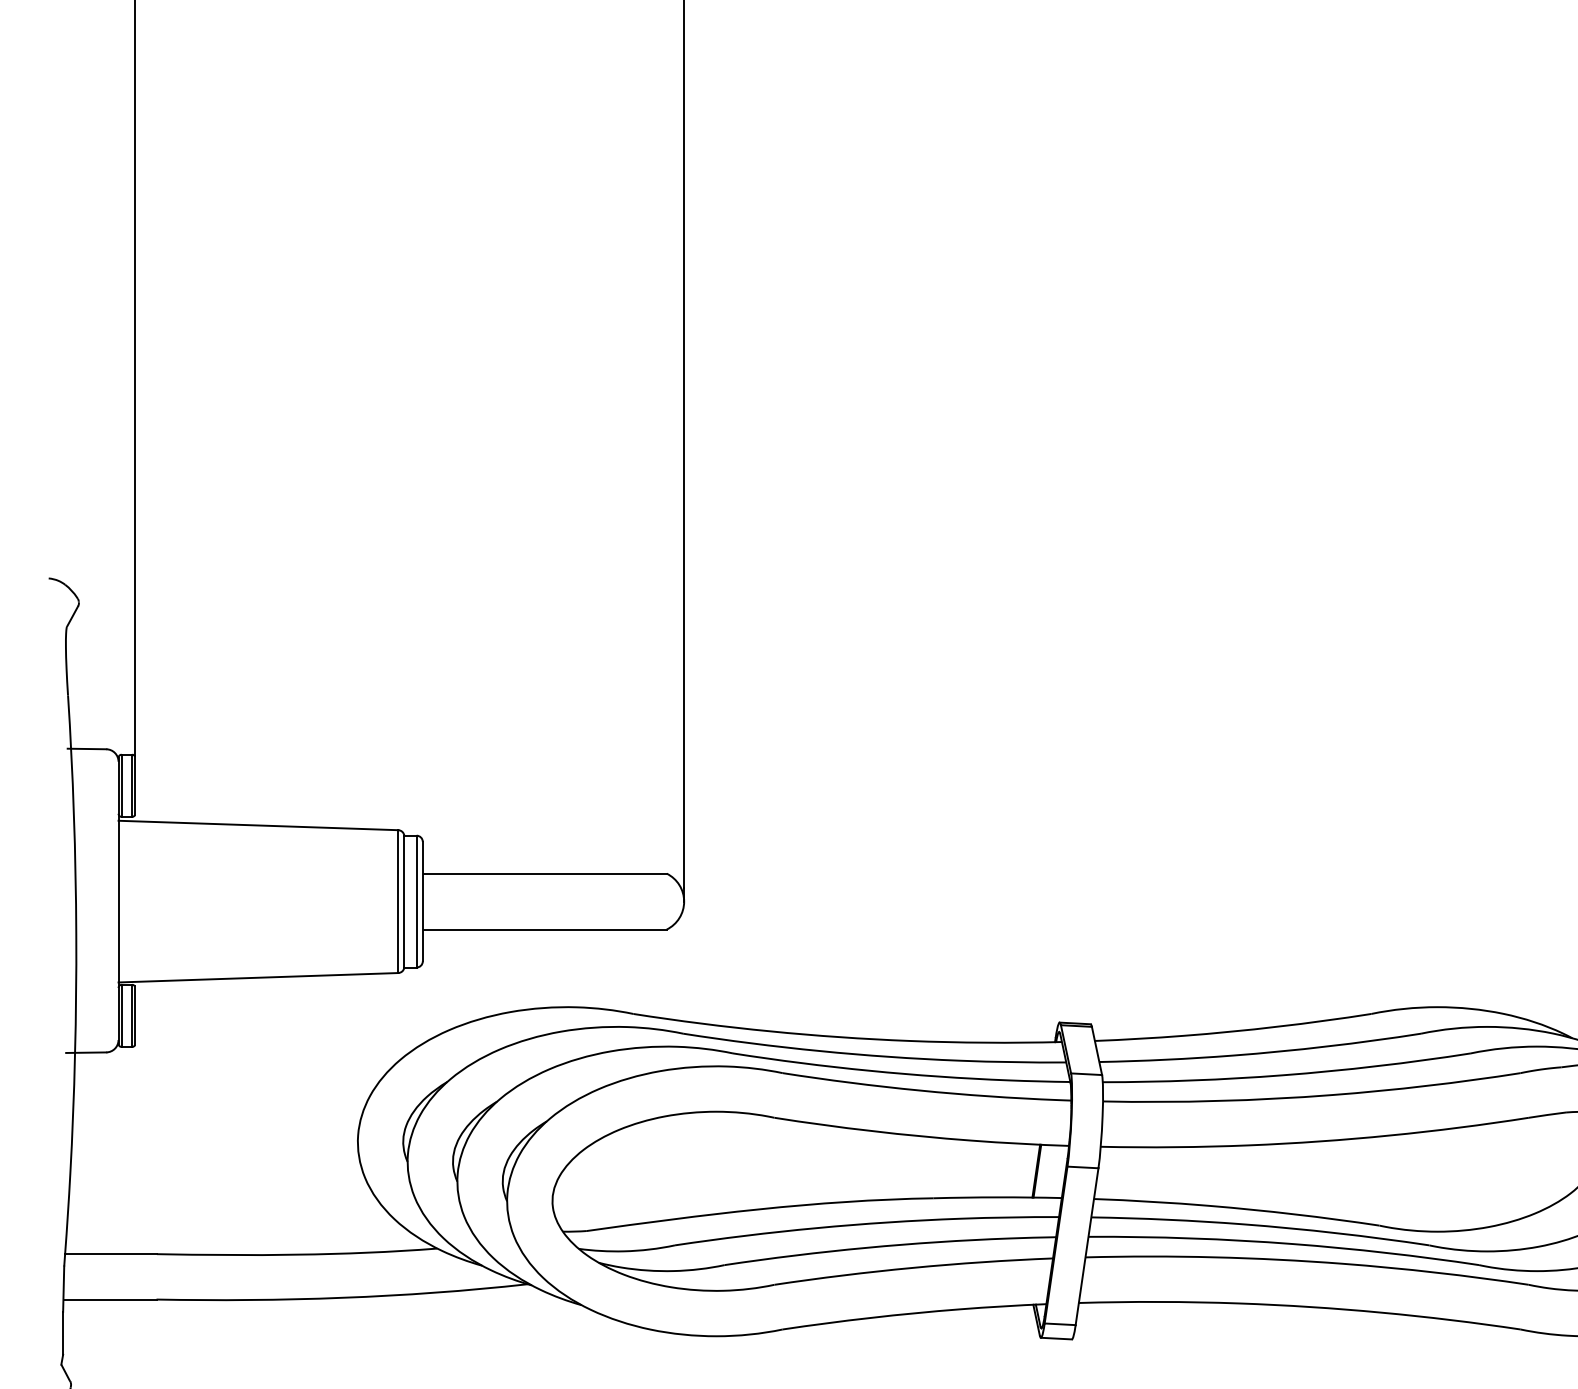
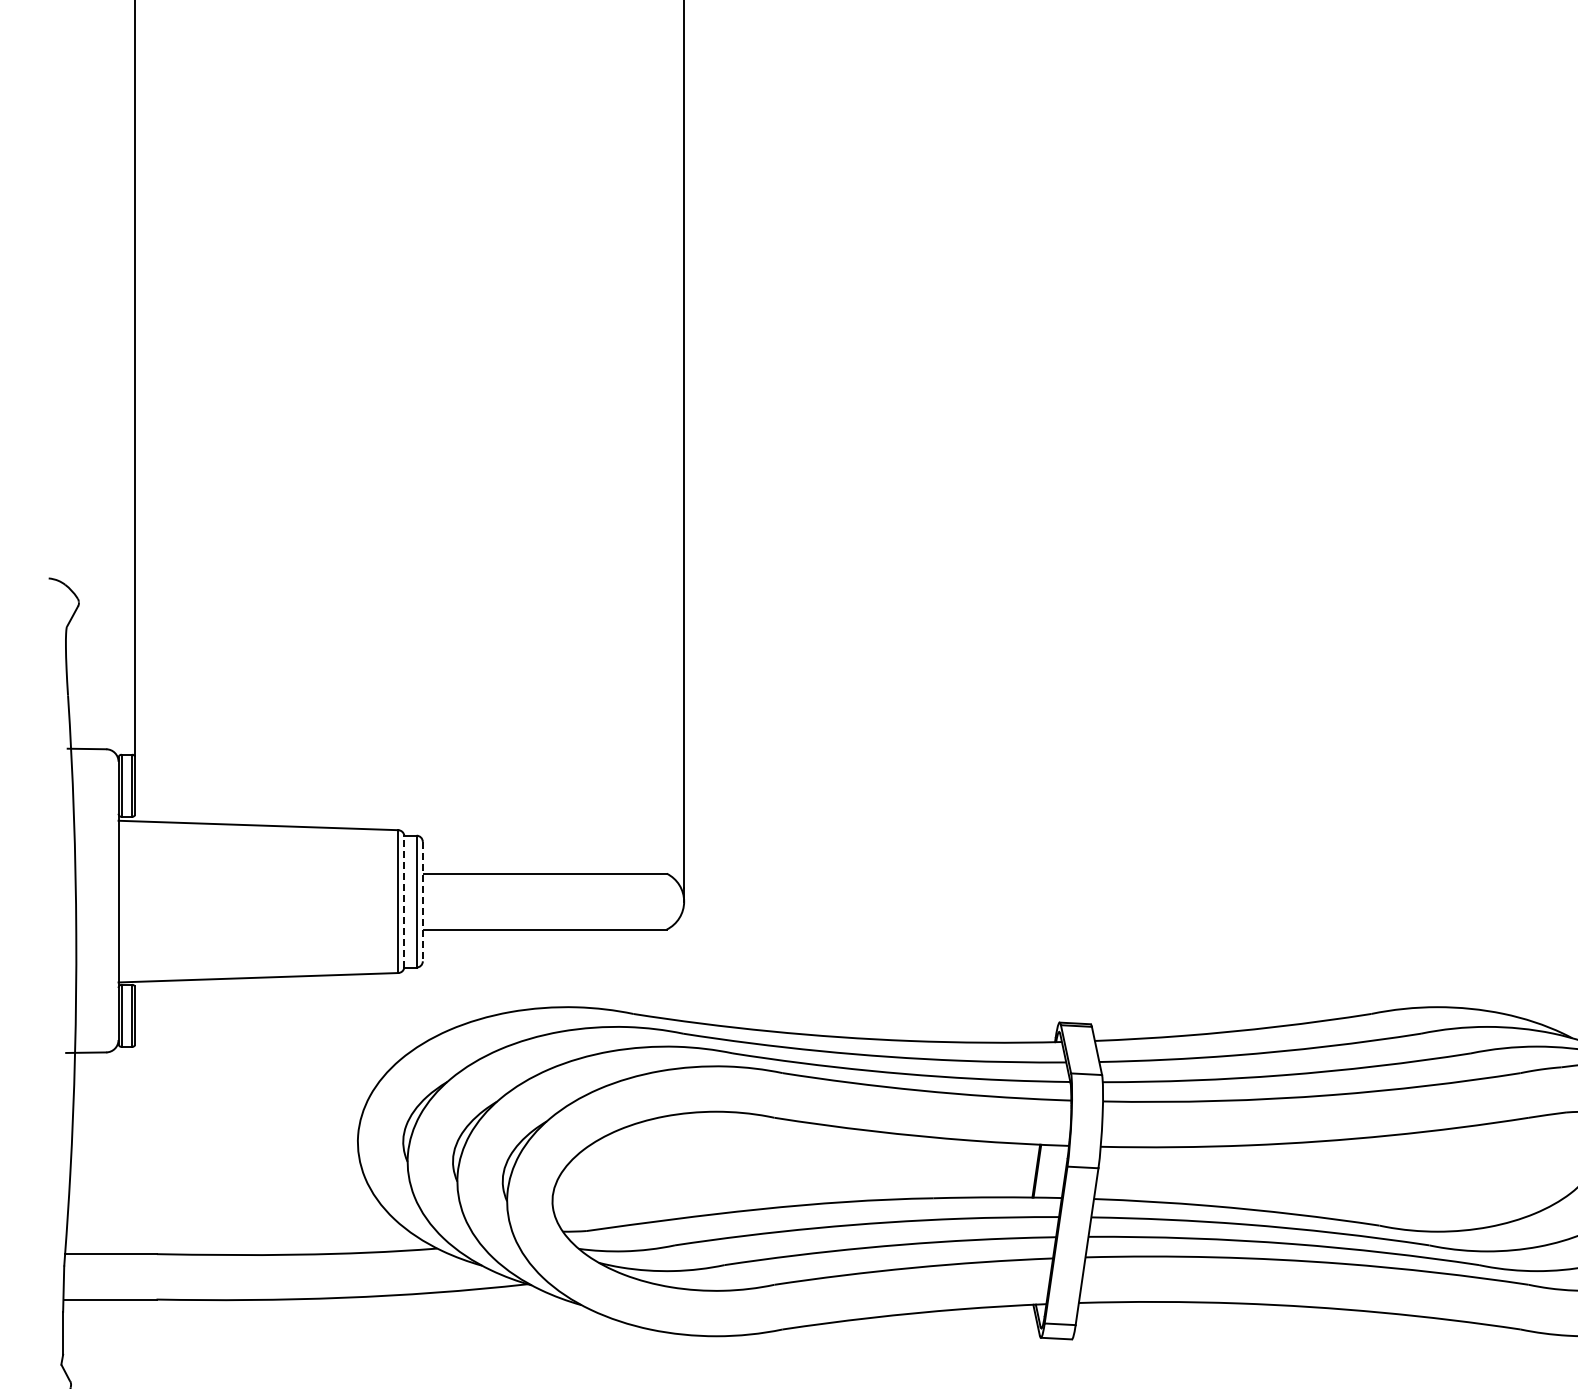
line at (404, 901): solid -> dashed
line at (422, 901): solid -> dashed
